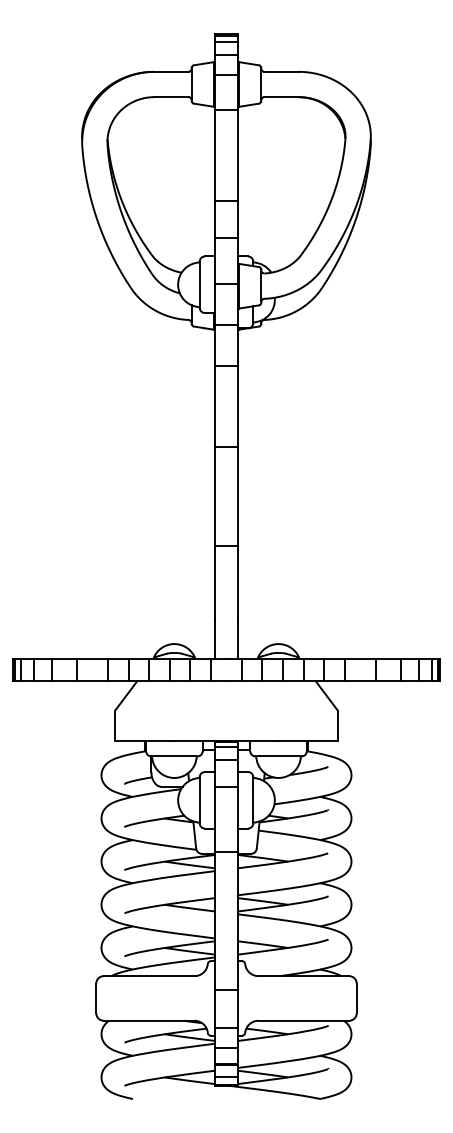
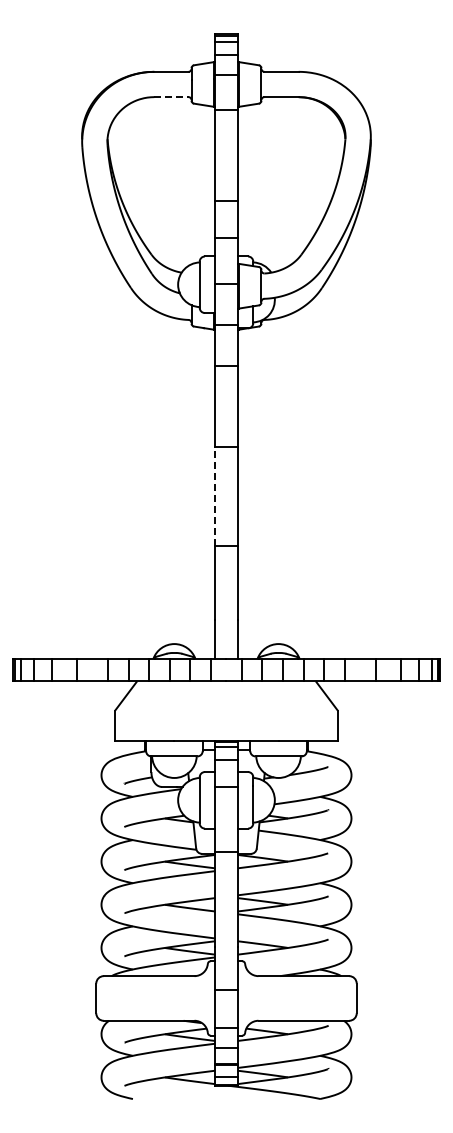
line at (171, 97): solid -> dashed
line at (215, 496): solid -> dashed
